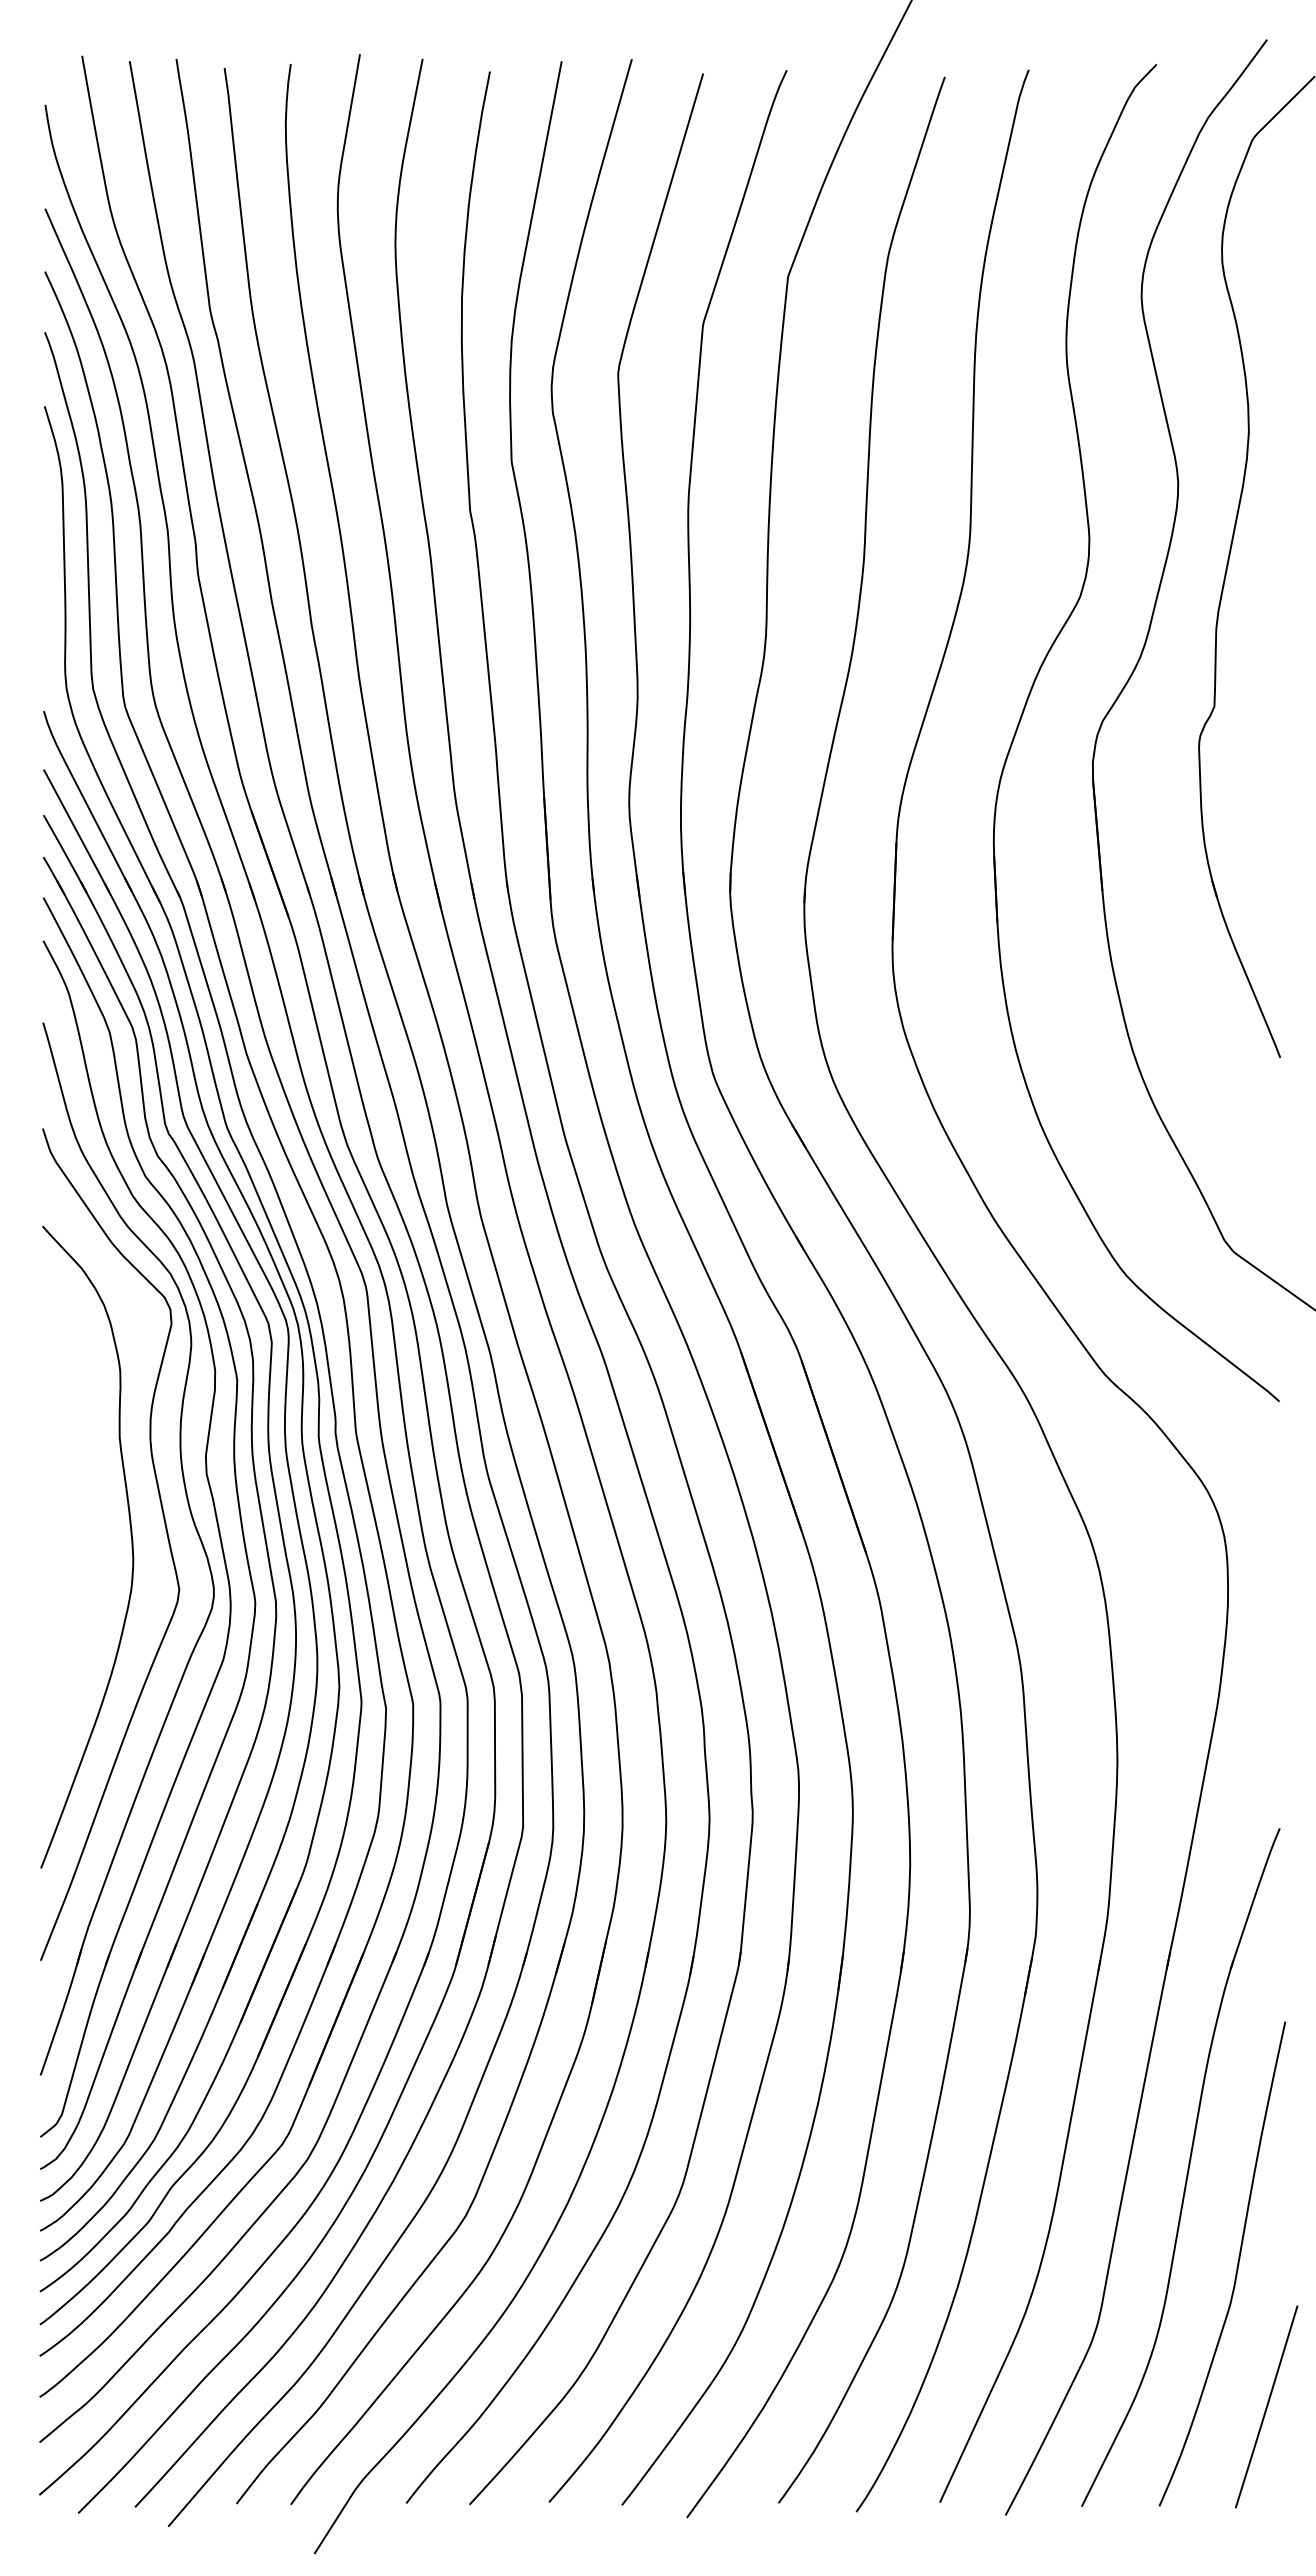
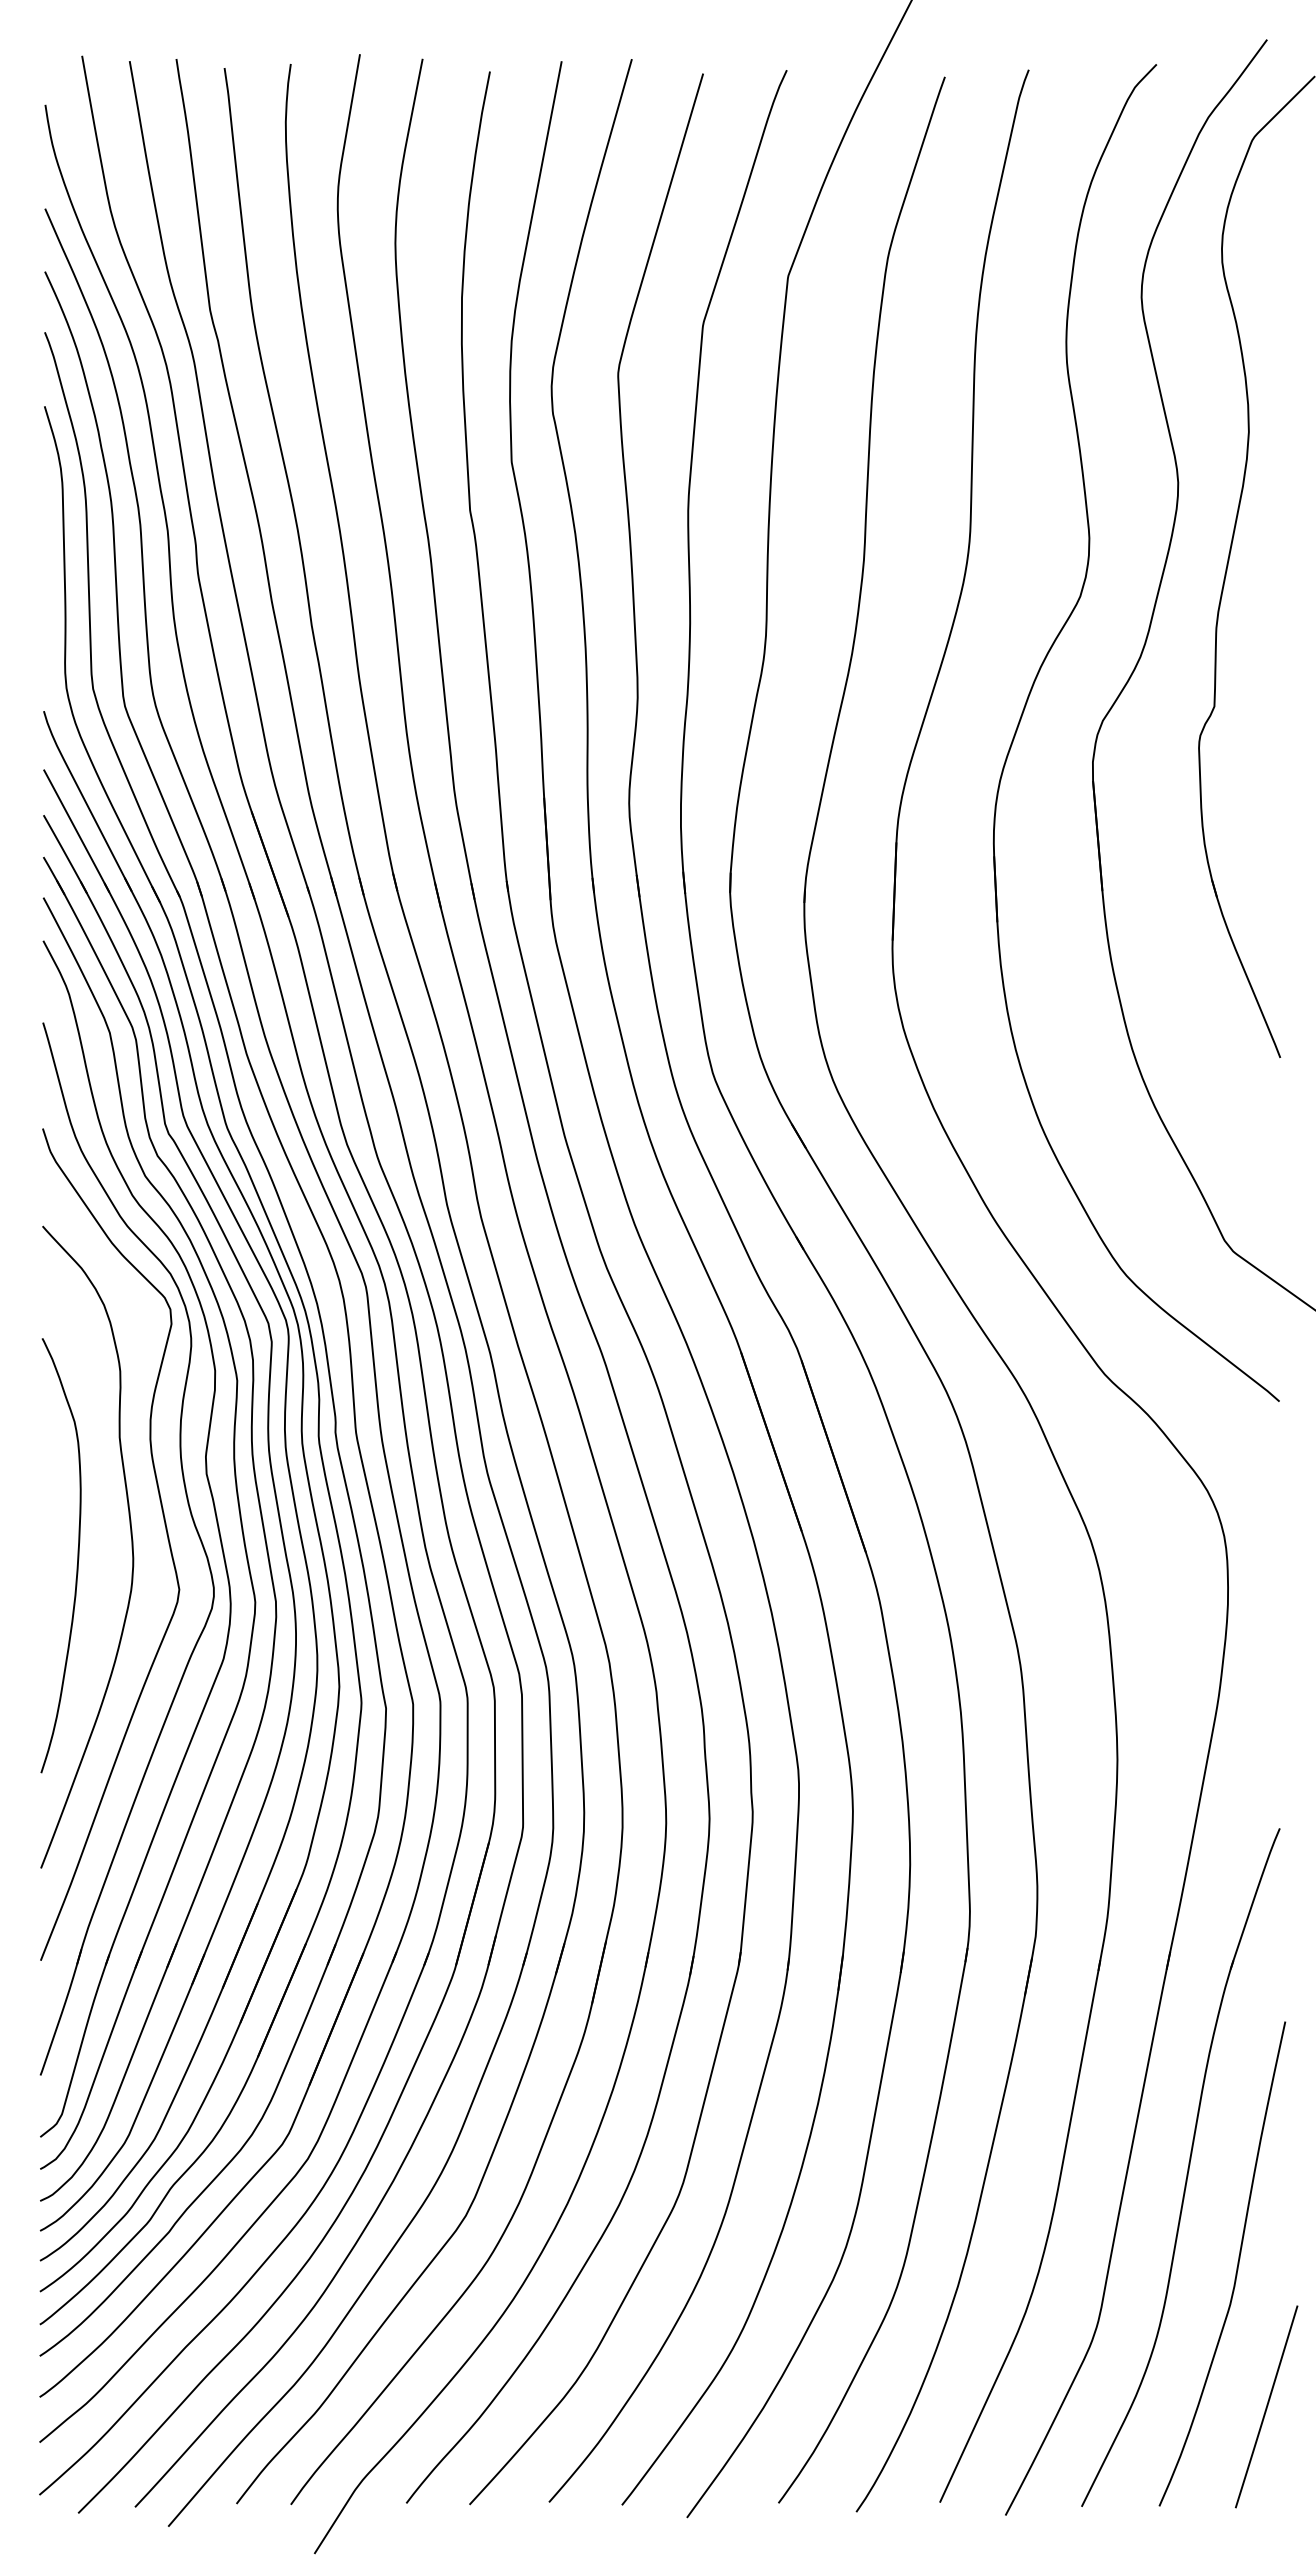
curve at (77, 1555): none -> present
